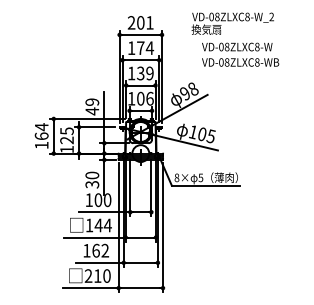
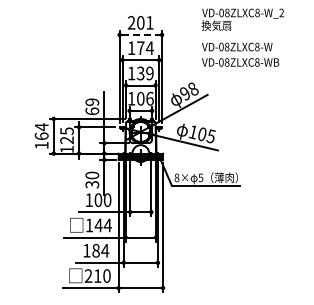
text at (232, 23) position: (232, 23) -> (242, 19)
line at (140, 34): solid -> dashed
text at (92, 111): 49 -> 69
text at (100, 250): 162 -> 184
